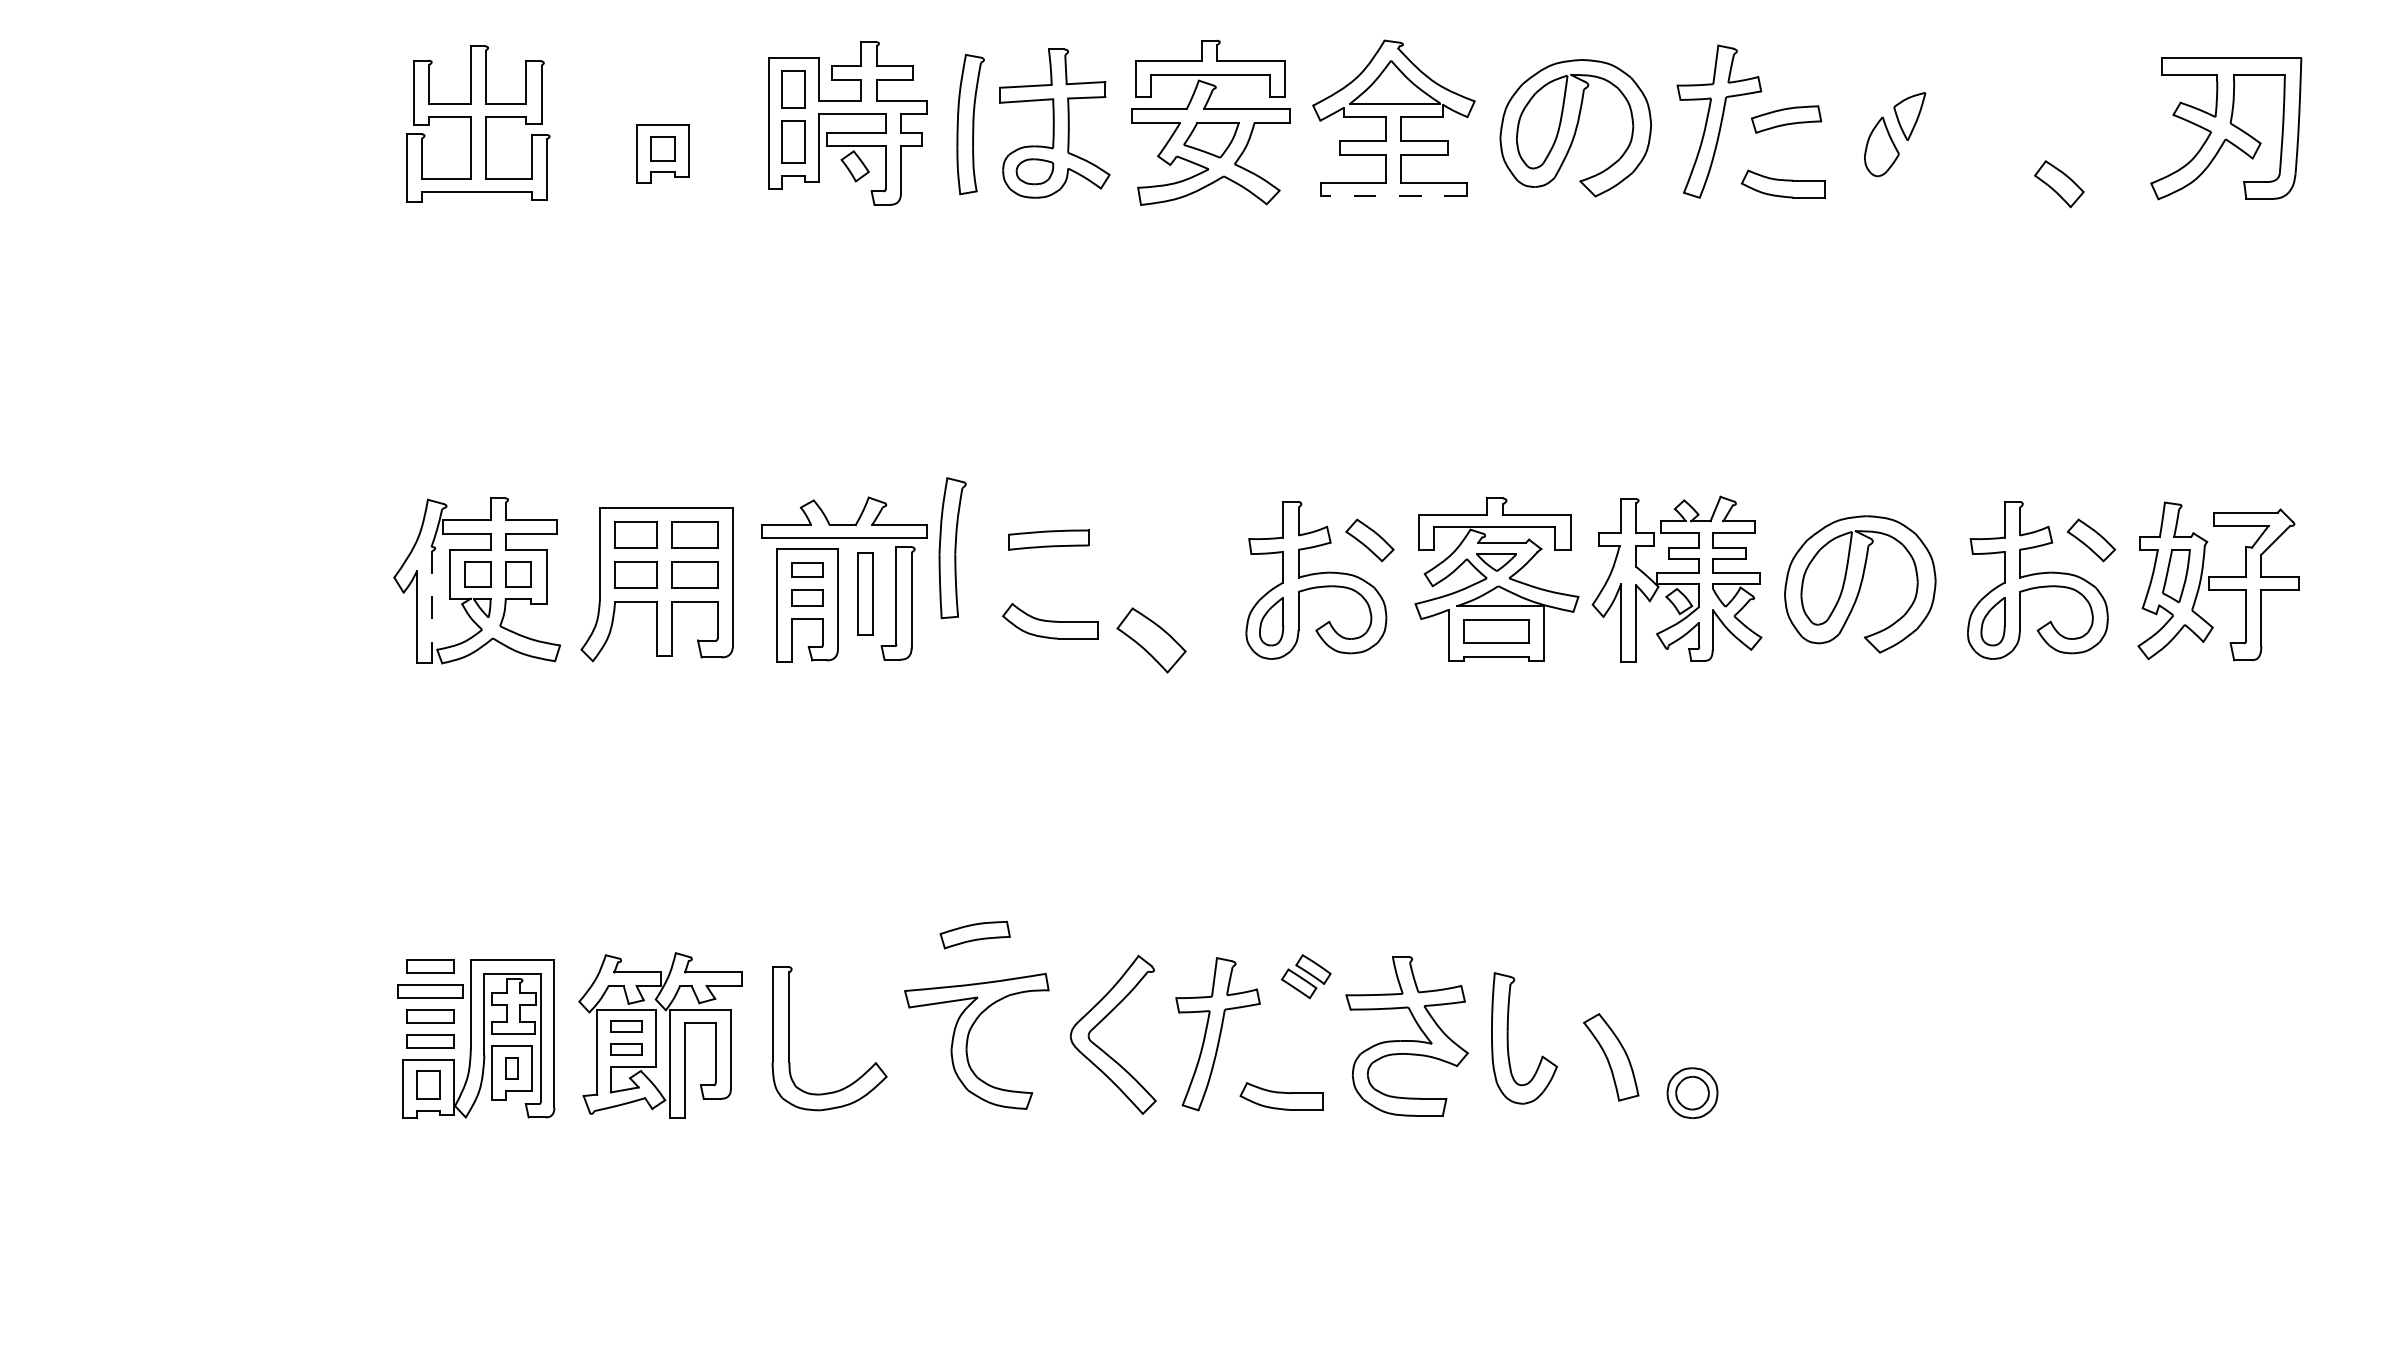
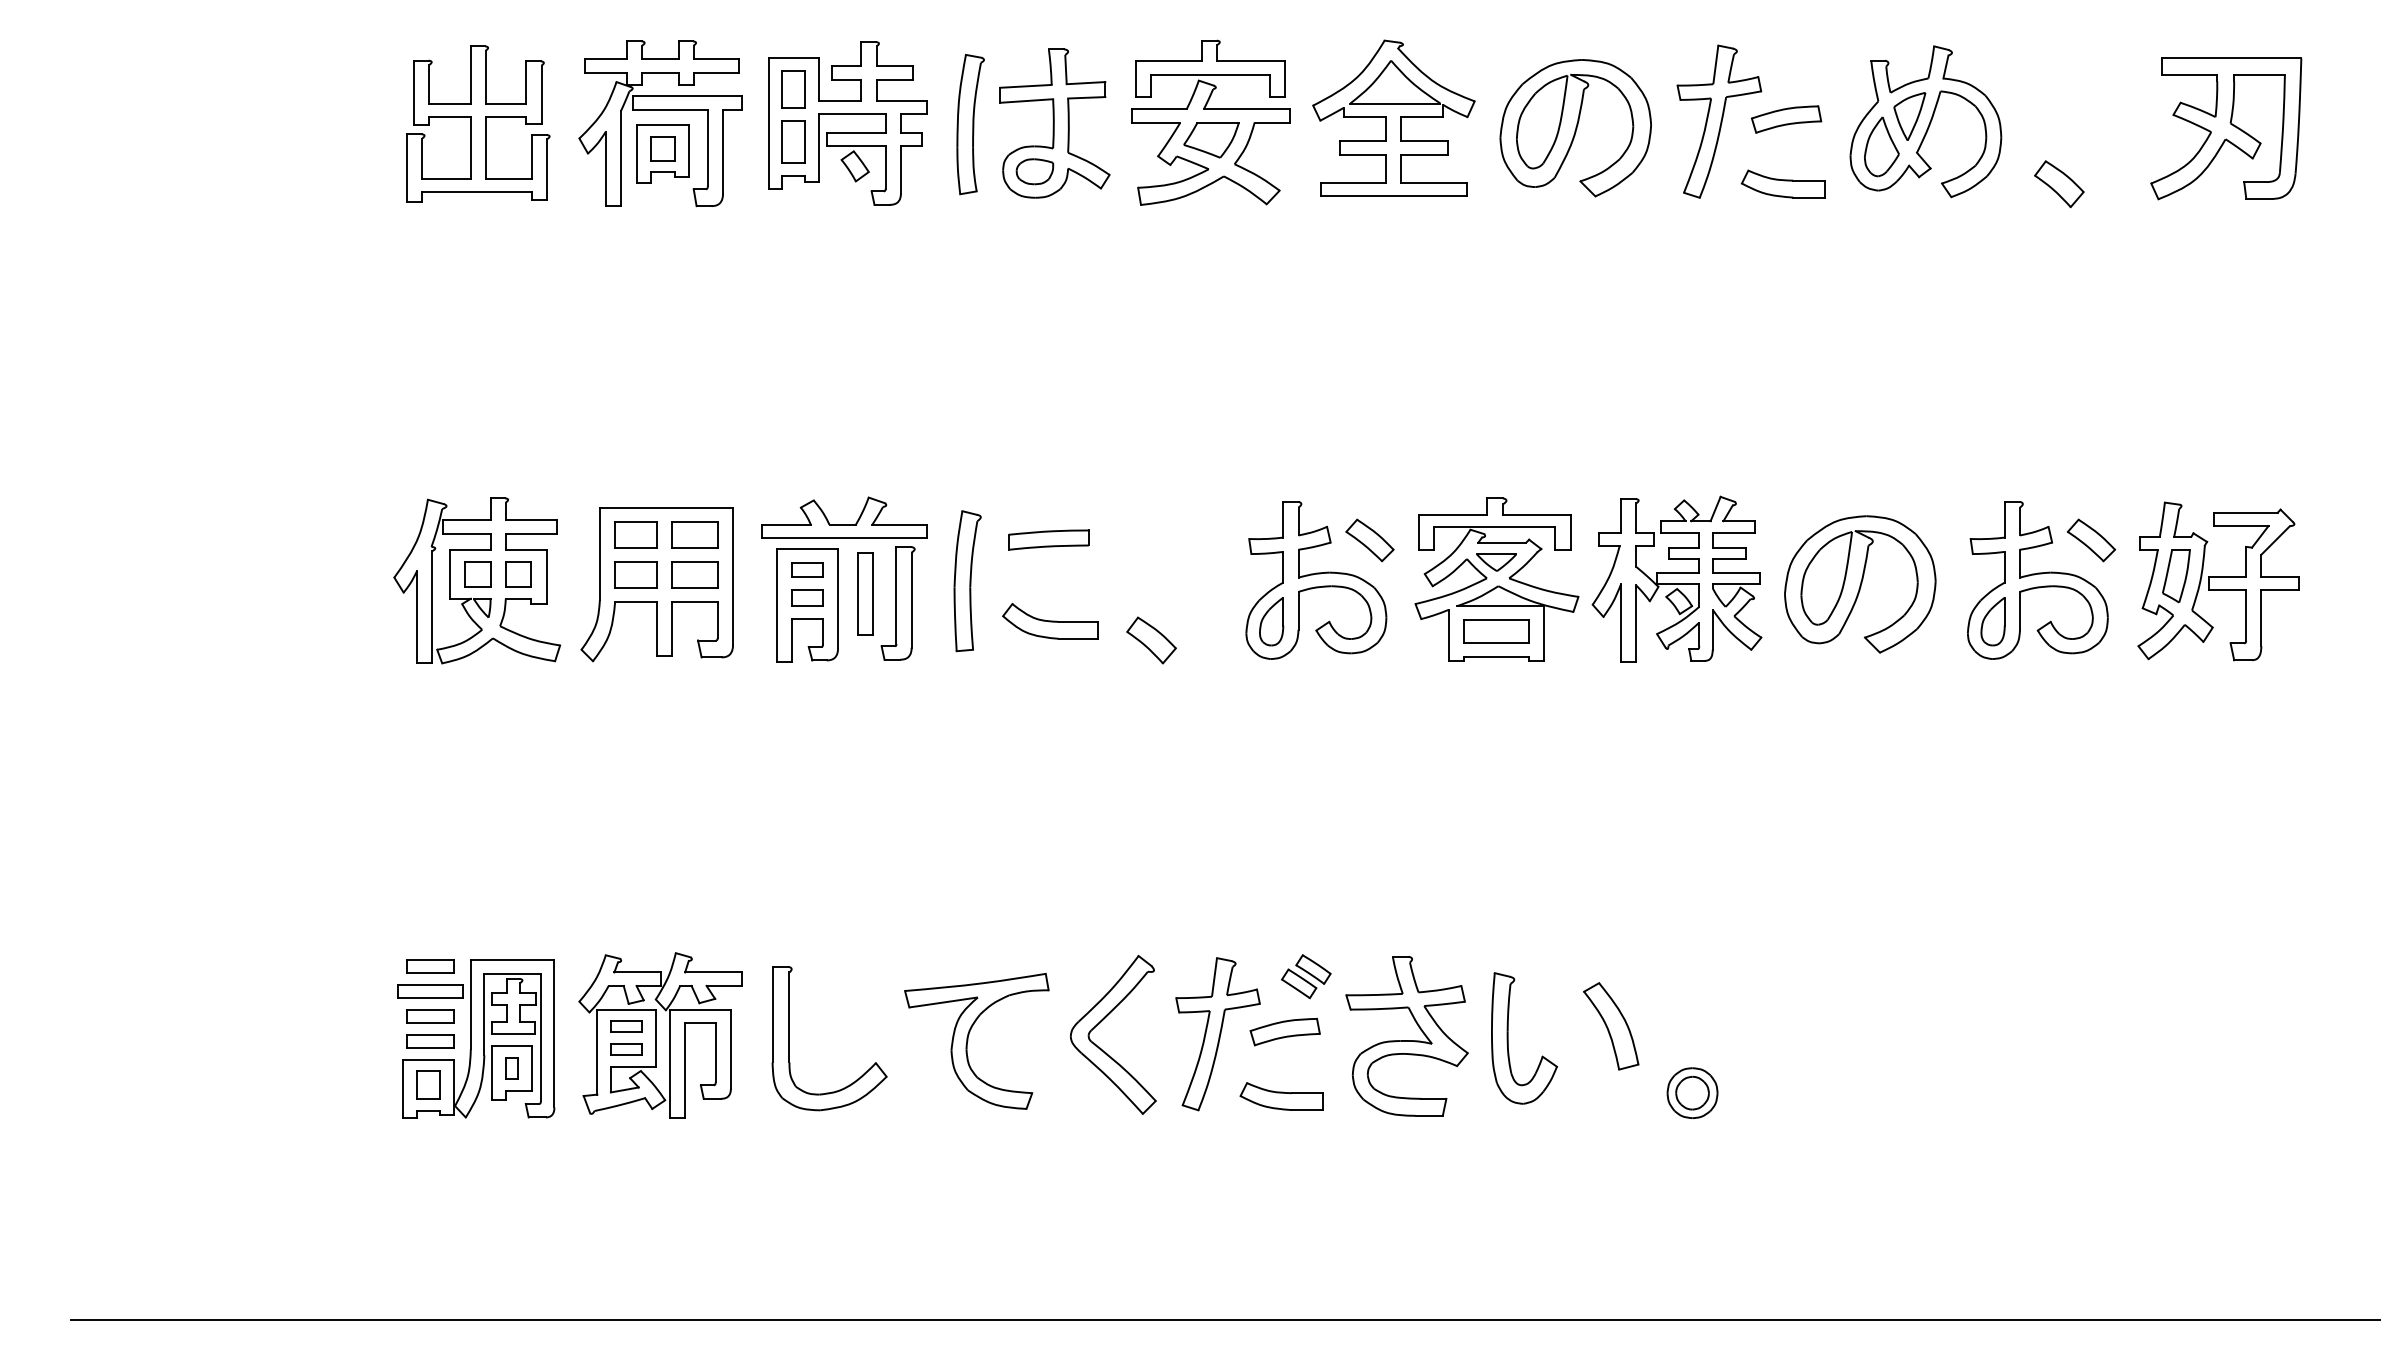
part at (660, 110): none -> present
part at (1925, 121): none -> present
line at (1393, 196): dashed -> solid
part at (952, 548) position: (952, 548) -> (967, 581)
line at (432, 606): dashed -> solid
part at (1151, 640) size: 71x67 px -> 51x49 px
part at (974, 934) position: (974, 934) -> (1284, 1031)
part at (1611, 1057) position: (1611, 1057) -> (1611, 1026)
line at (1224, 1320): none -> present
